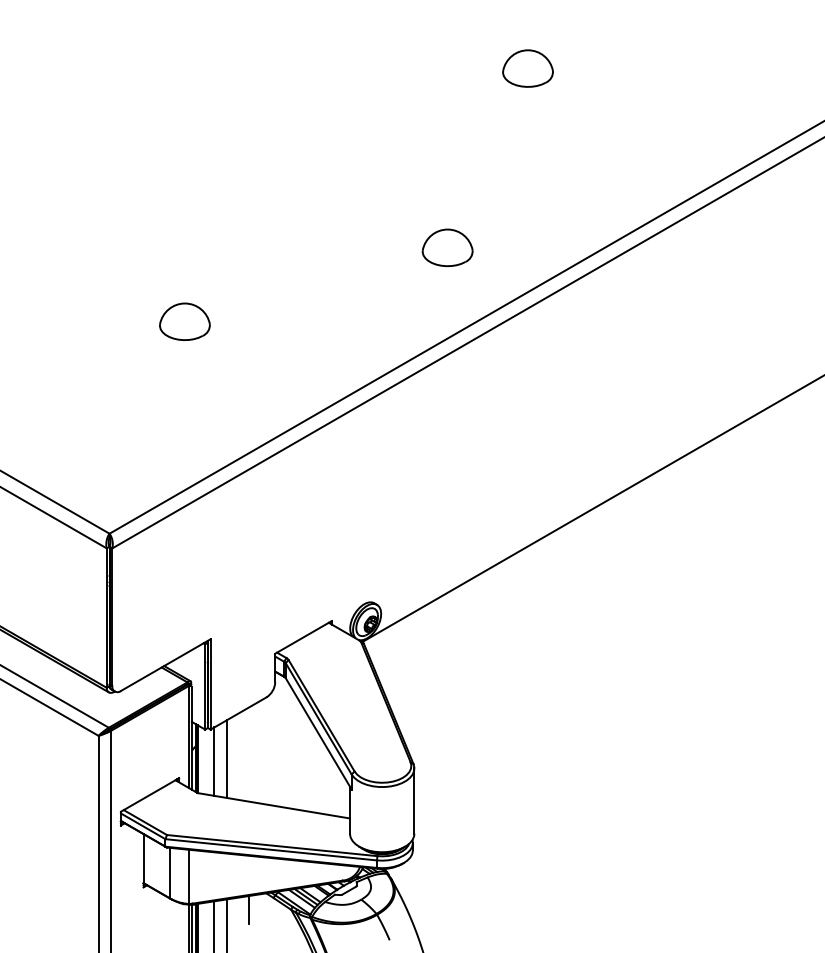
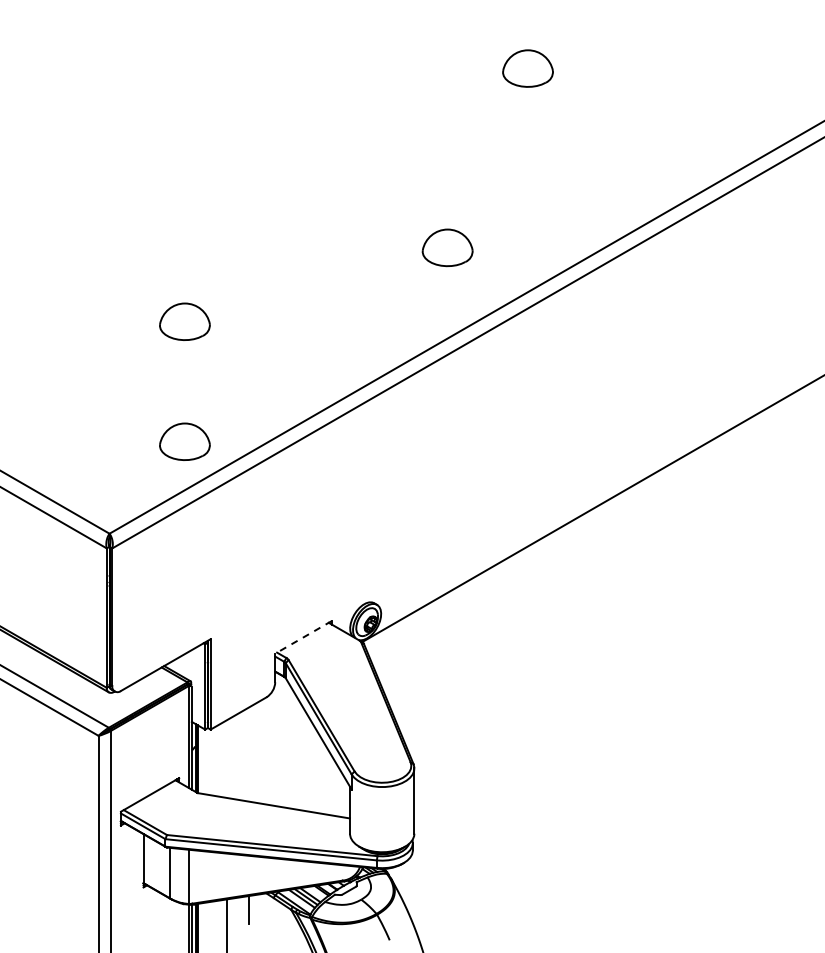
part at (184, 441): none -> present
line at (303, 637): solid -> dashed
line at (226, 758): present -> none
line at (214, 761): present -> none
line at (214, 925): present -> none
